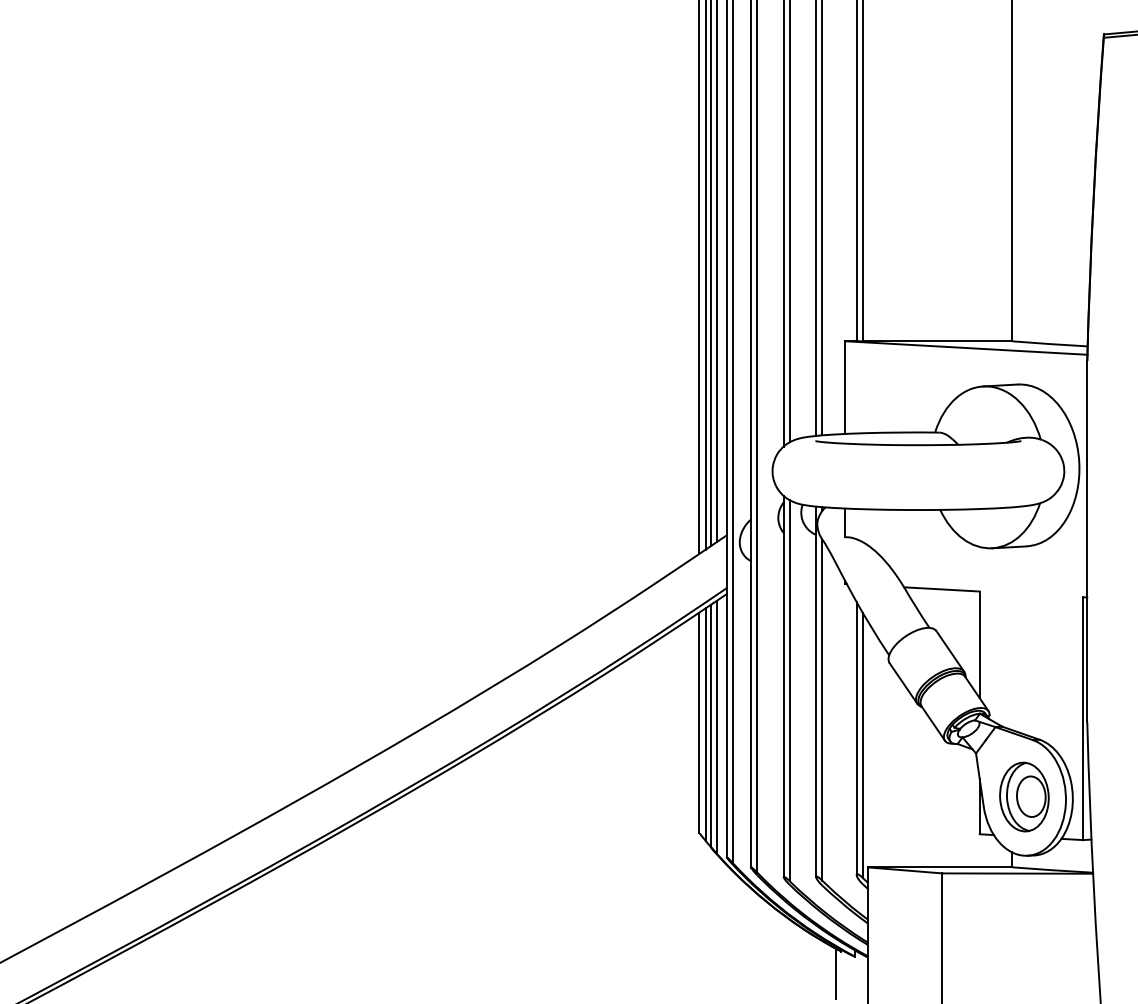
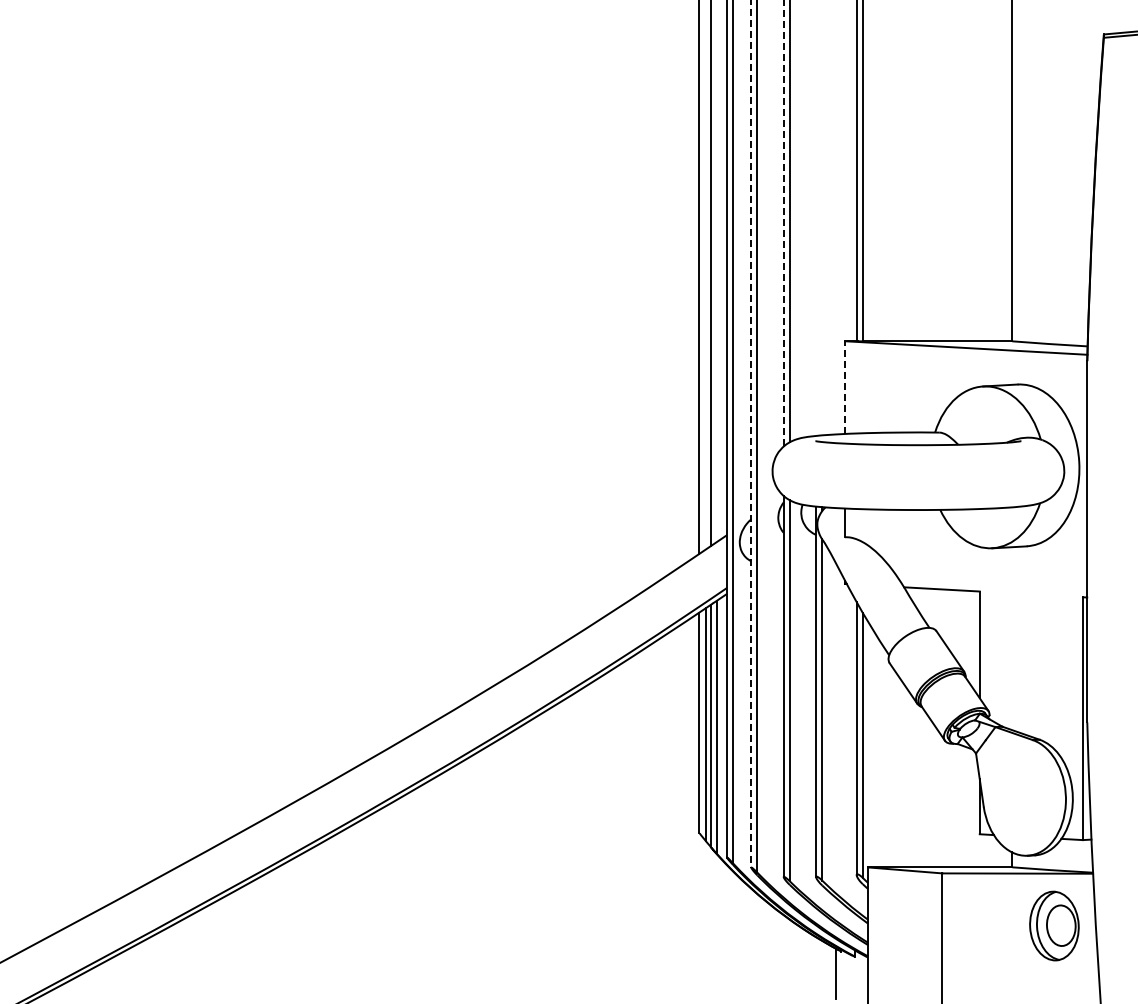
line at (816, 218): present -> none
line at (822, 218): present -> none
line at (783, 223): solid -> dashed
line at (716, 272): present -> none
line at (705, 275): present -> none
line at (845, 387): solid -> dashed
line at (751, 434): solid -> dashed
part at (1024, 796) position: (1024, 796) -> (1054, 925)
